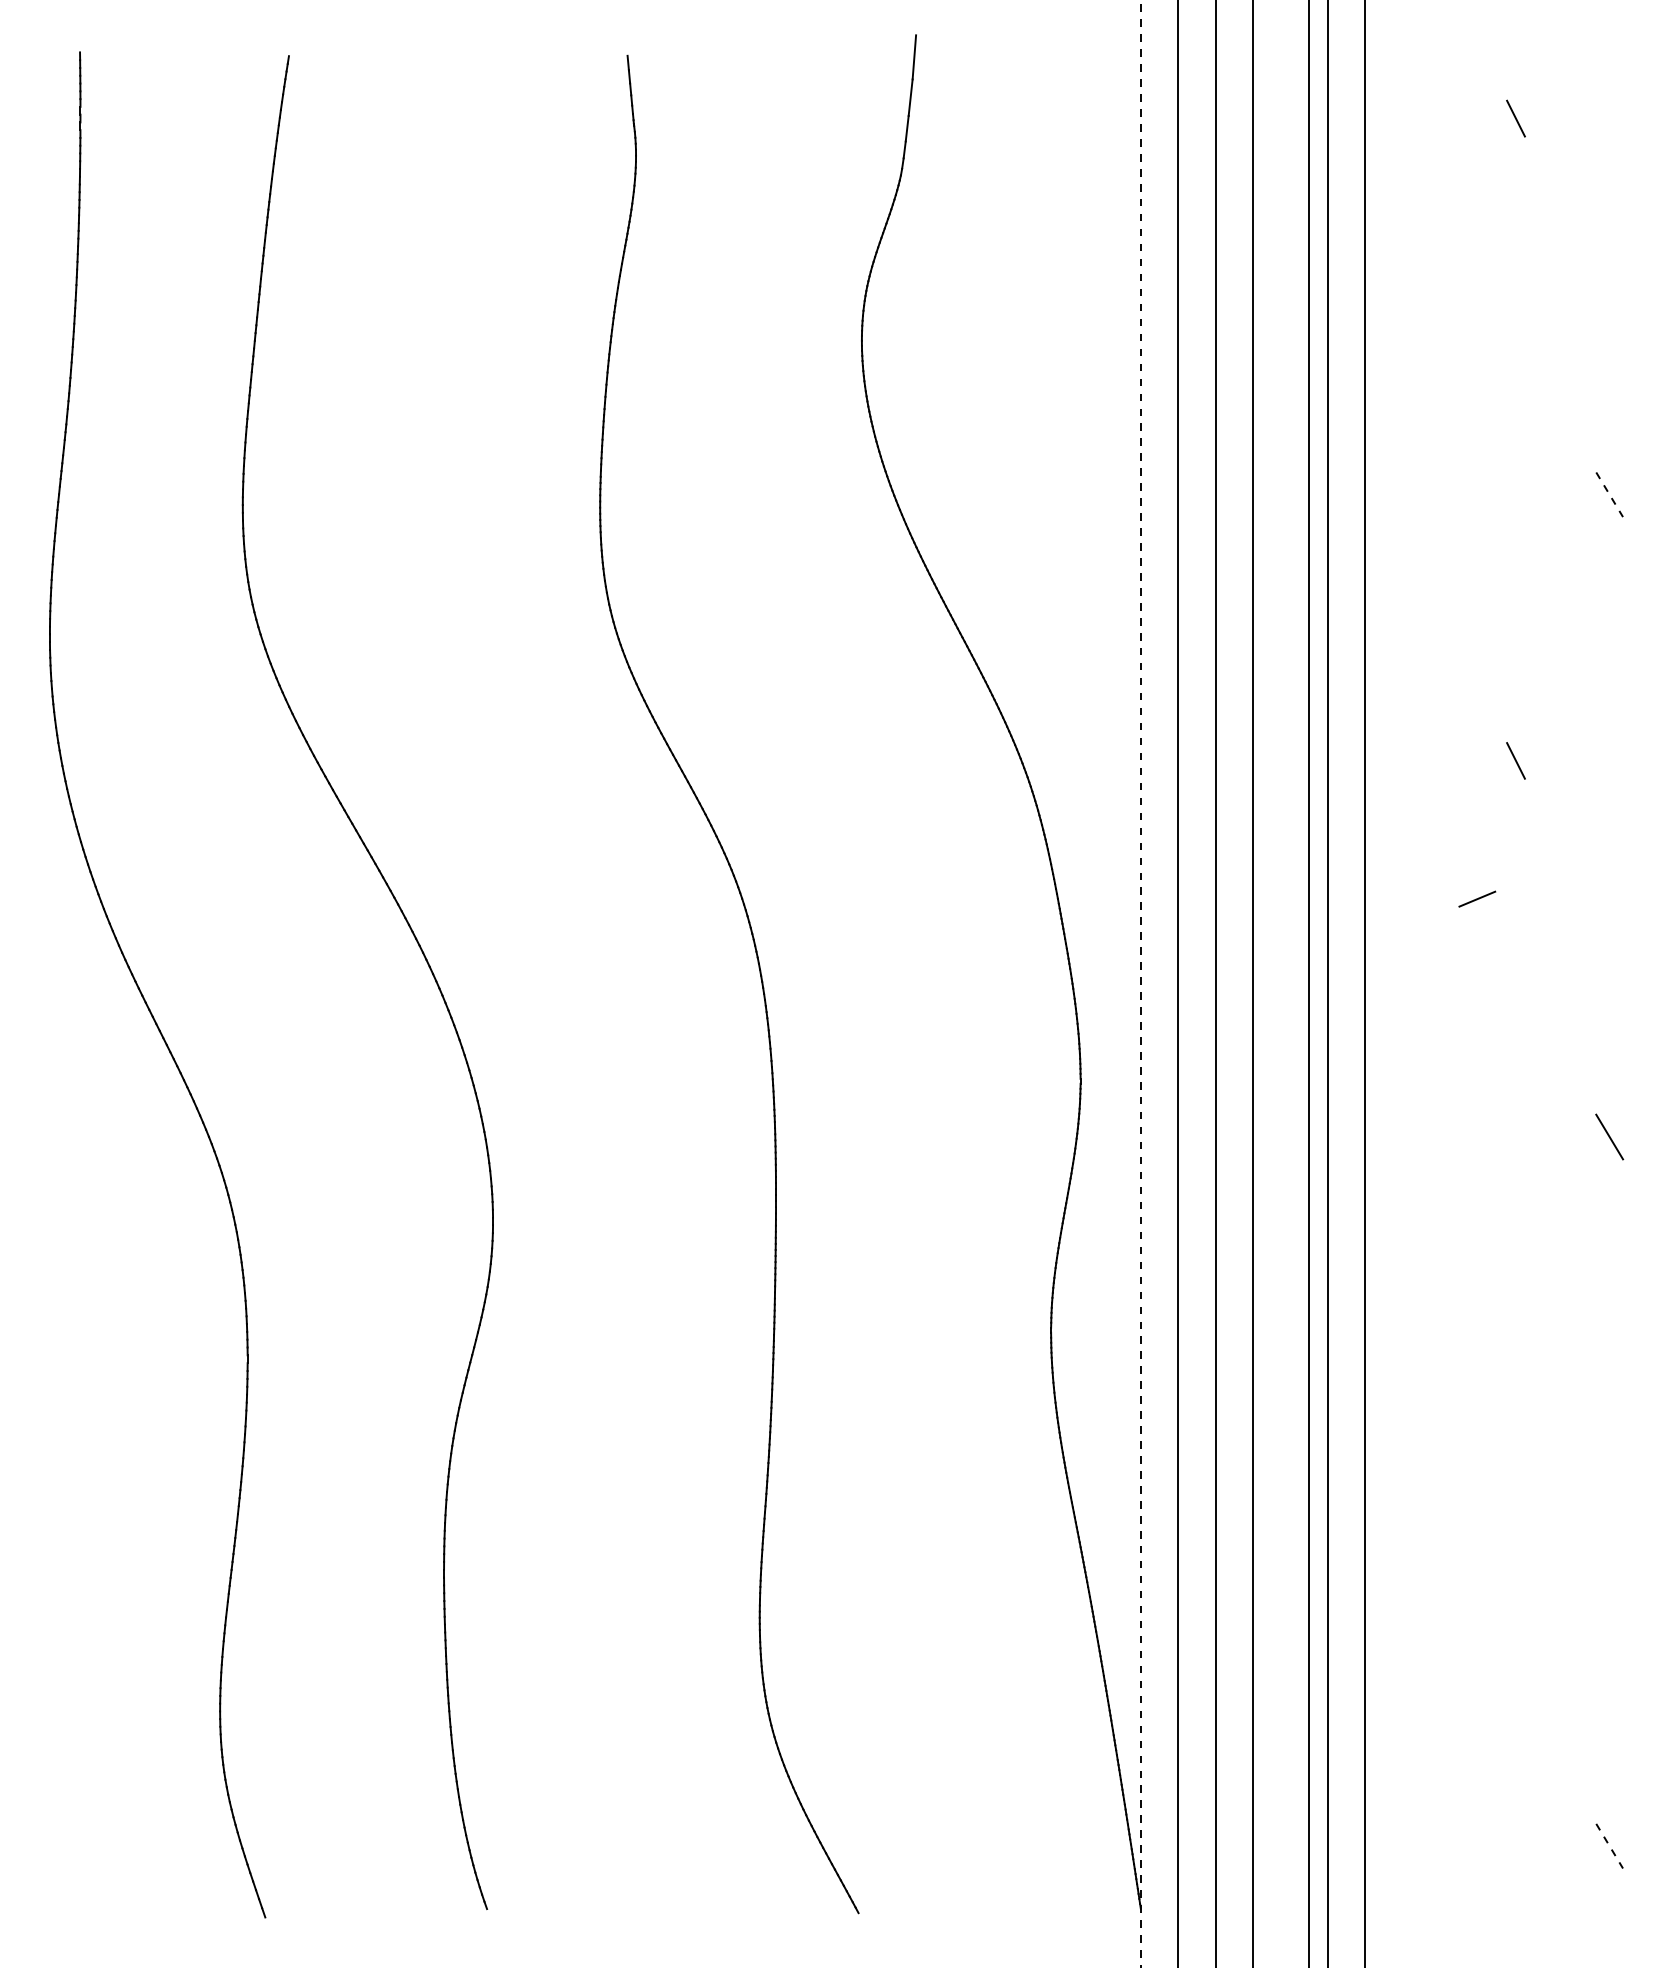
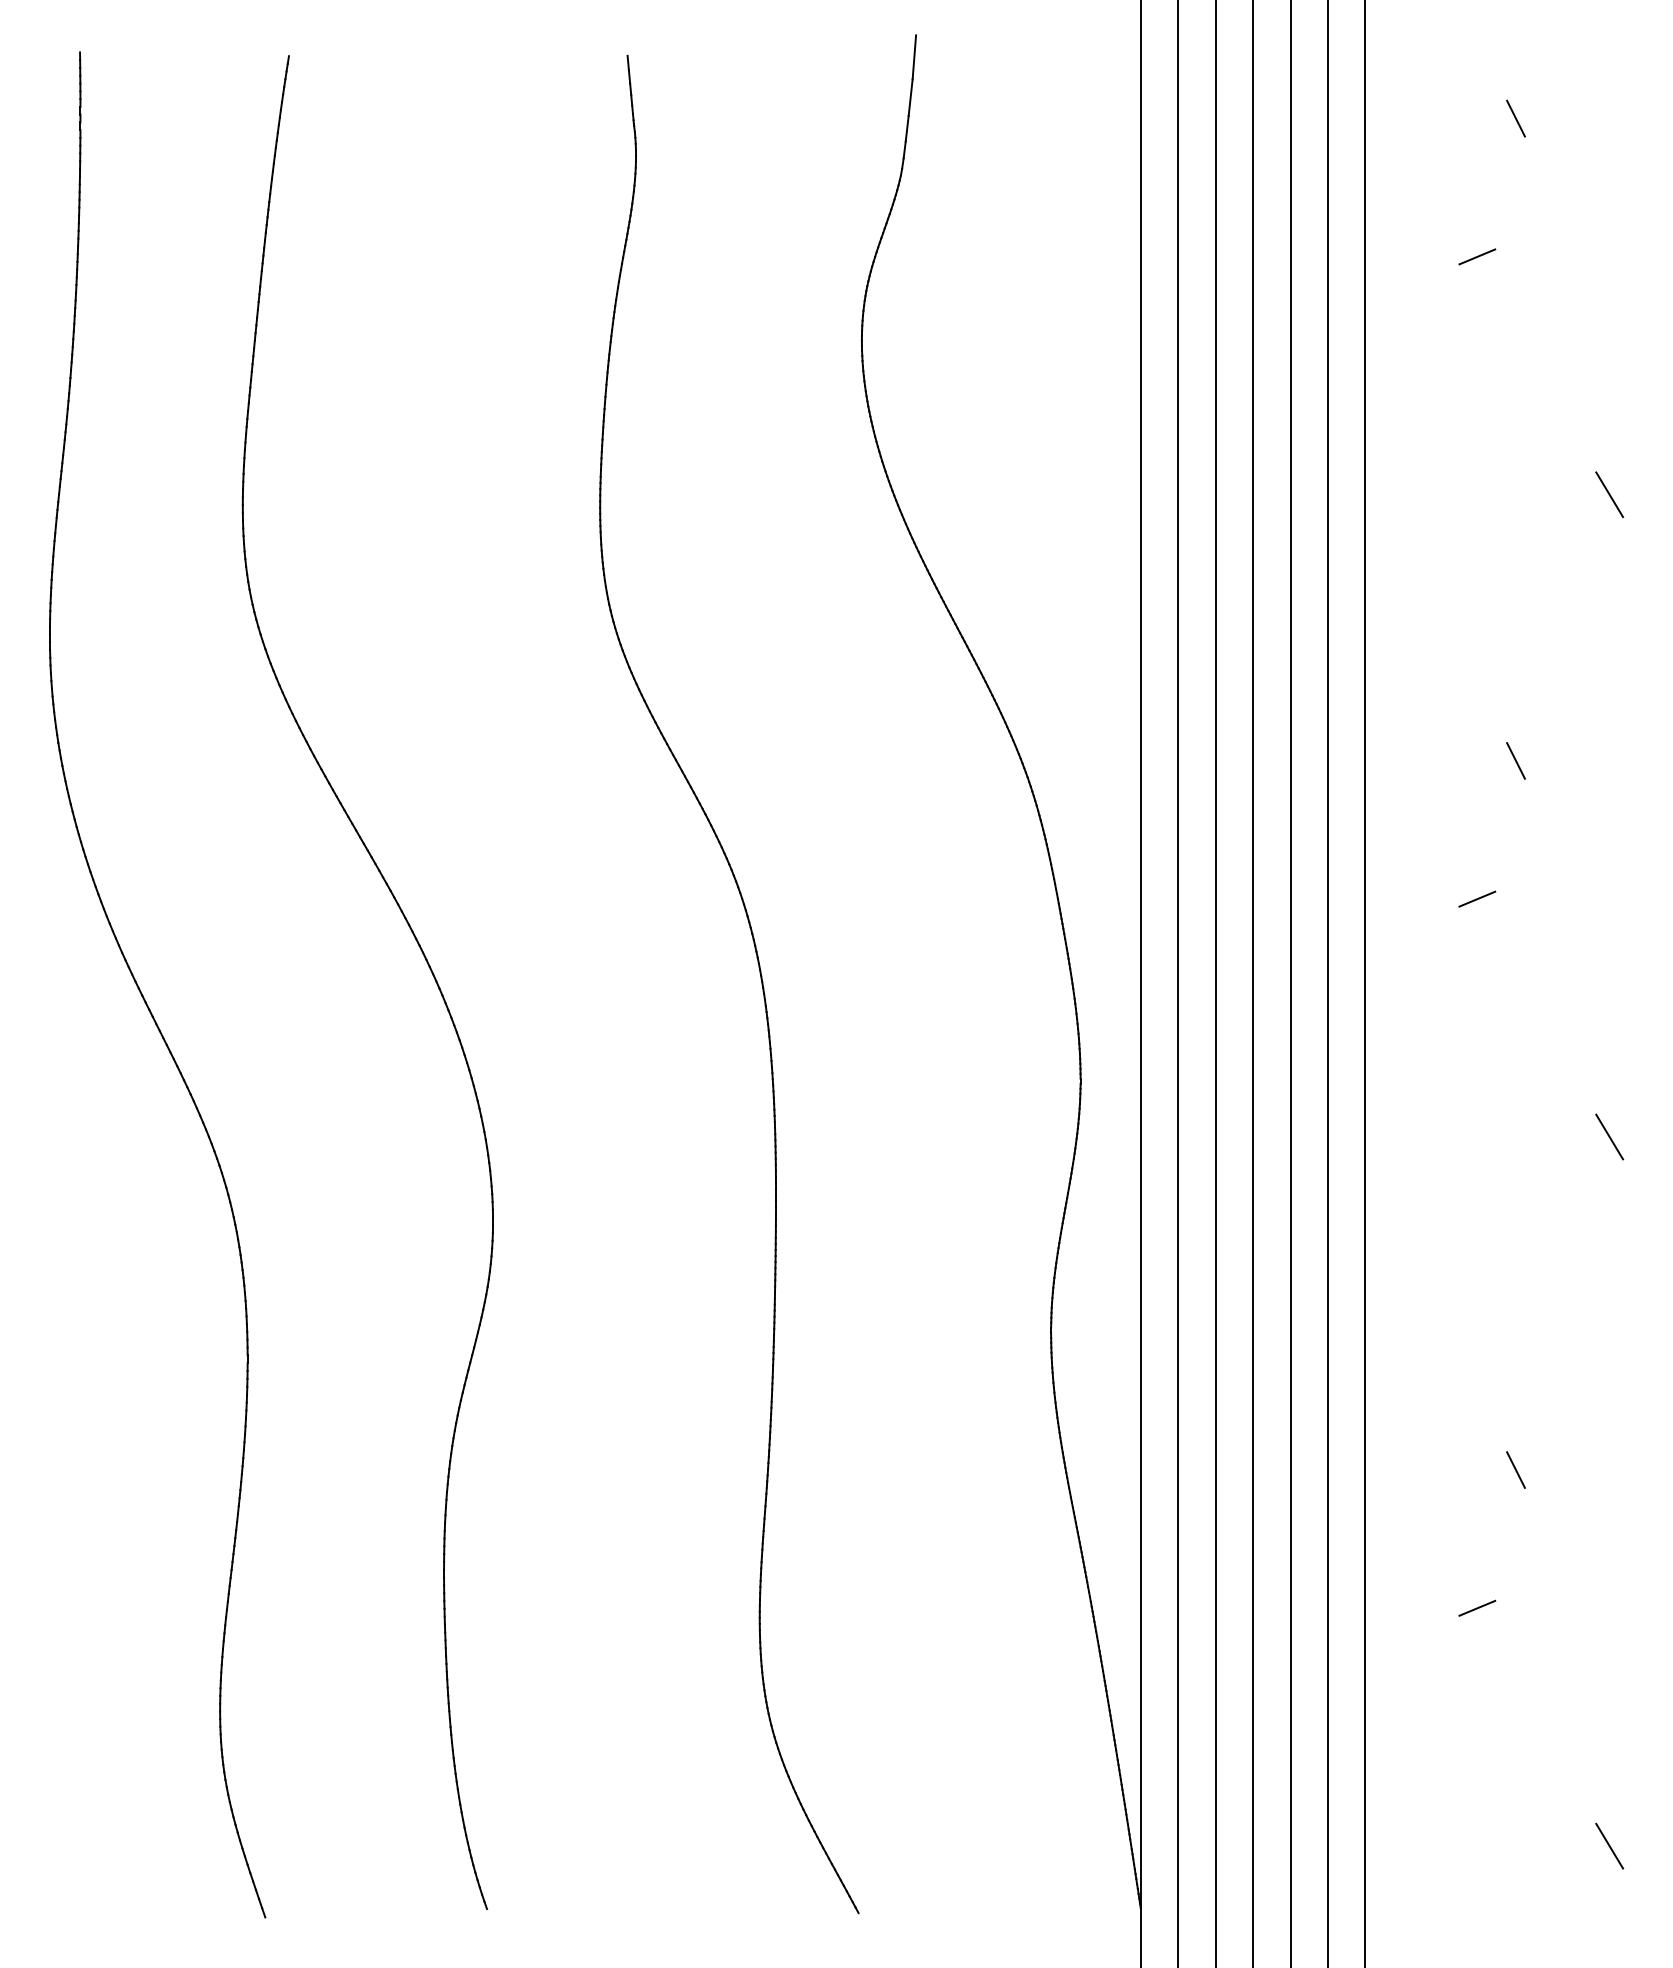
line at (1477, 256): none -> present
line at (1609, 495): dashed -> solid
line at (1140, 983): dashed -> solid
line at (1308, 983) position: (1308, 983) -> (1290, 983)
line at (1515, 1469): none -> present
line at (1477, 1607): none -> present
line at (1609, 1846): dashed -> solid
